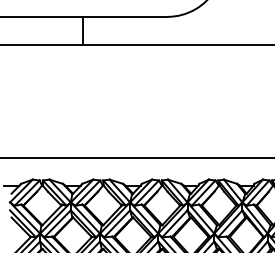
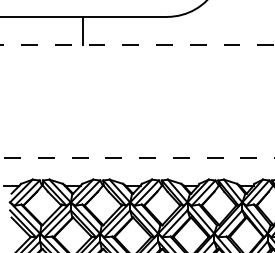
line at (137, 45): solid -> dashed
line at (137, 157): solid -> dashed
